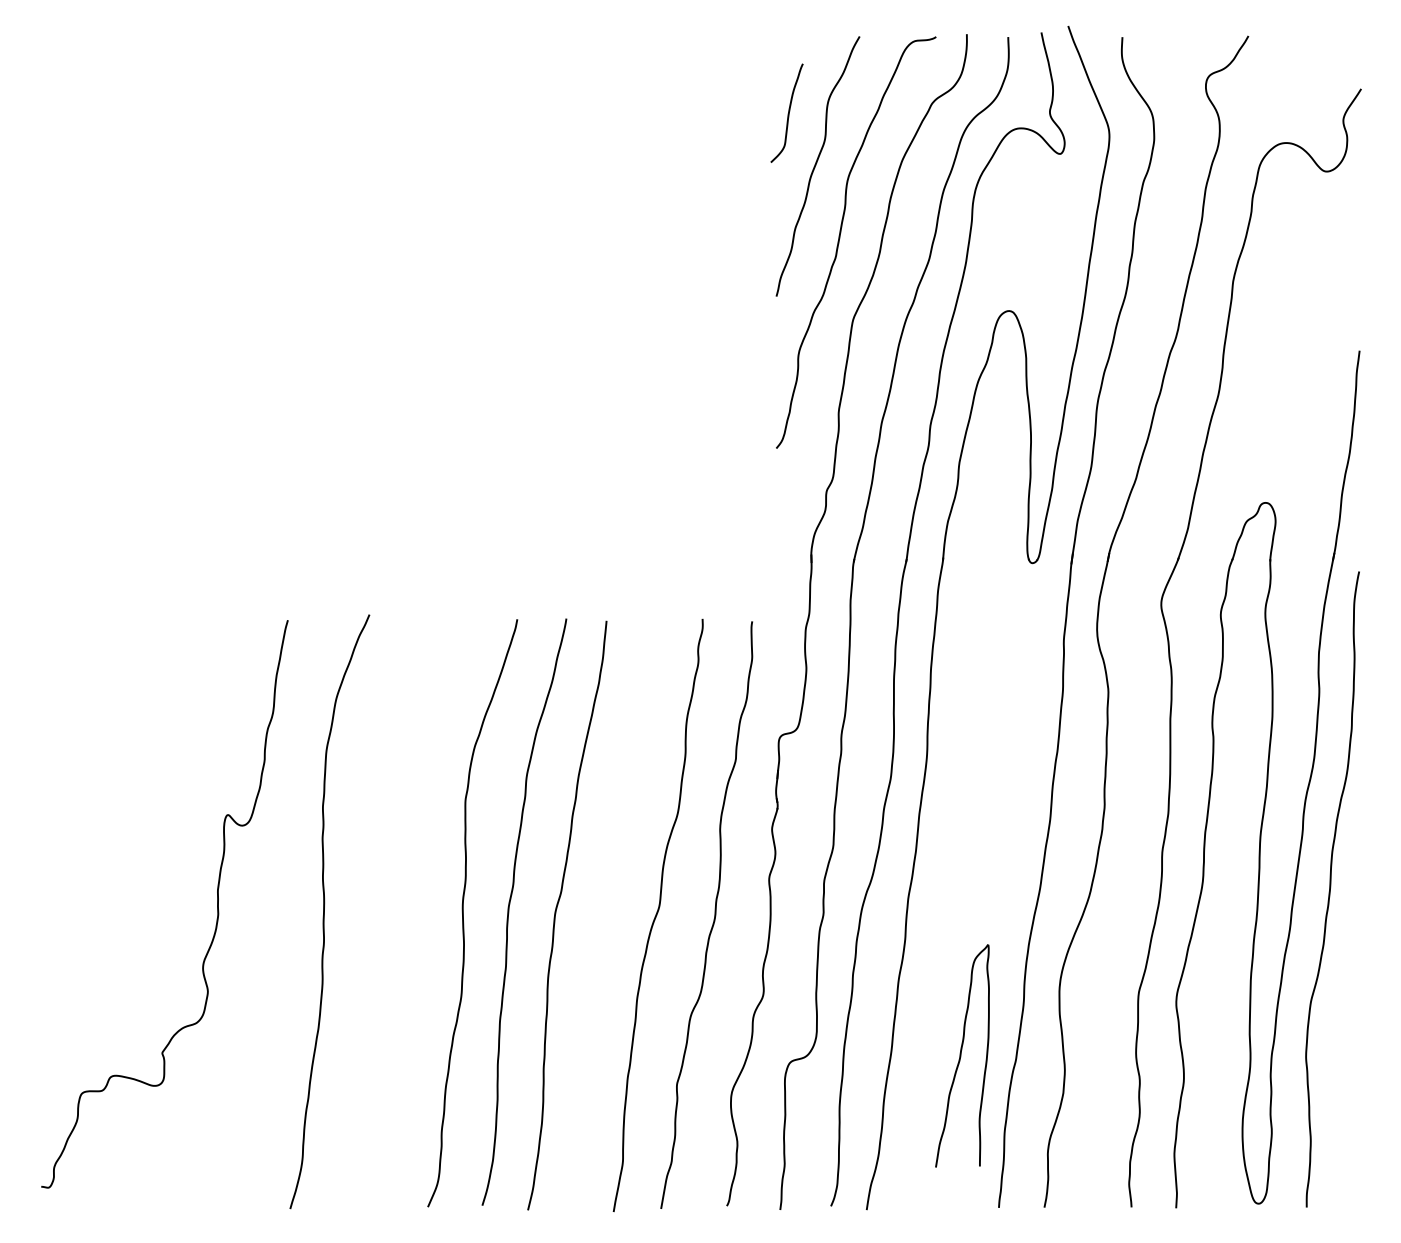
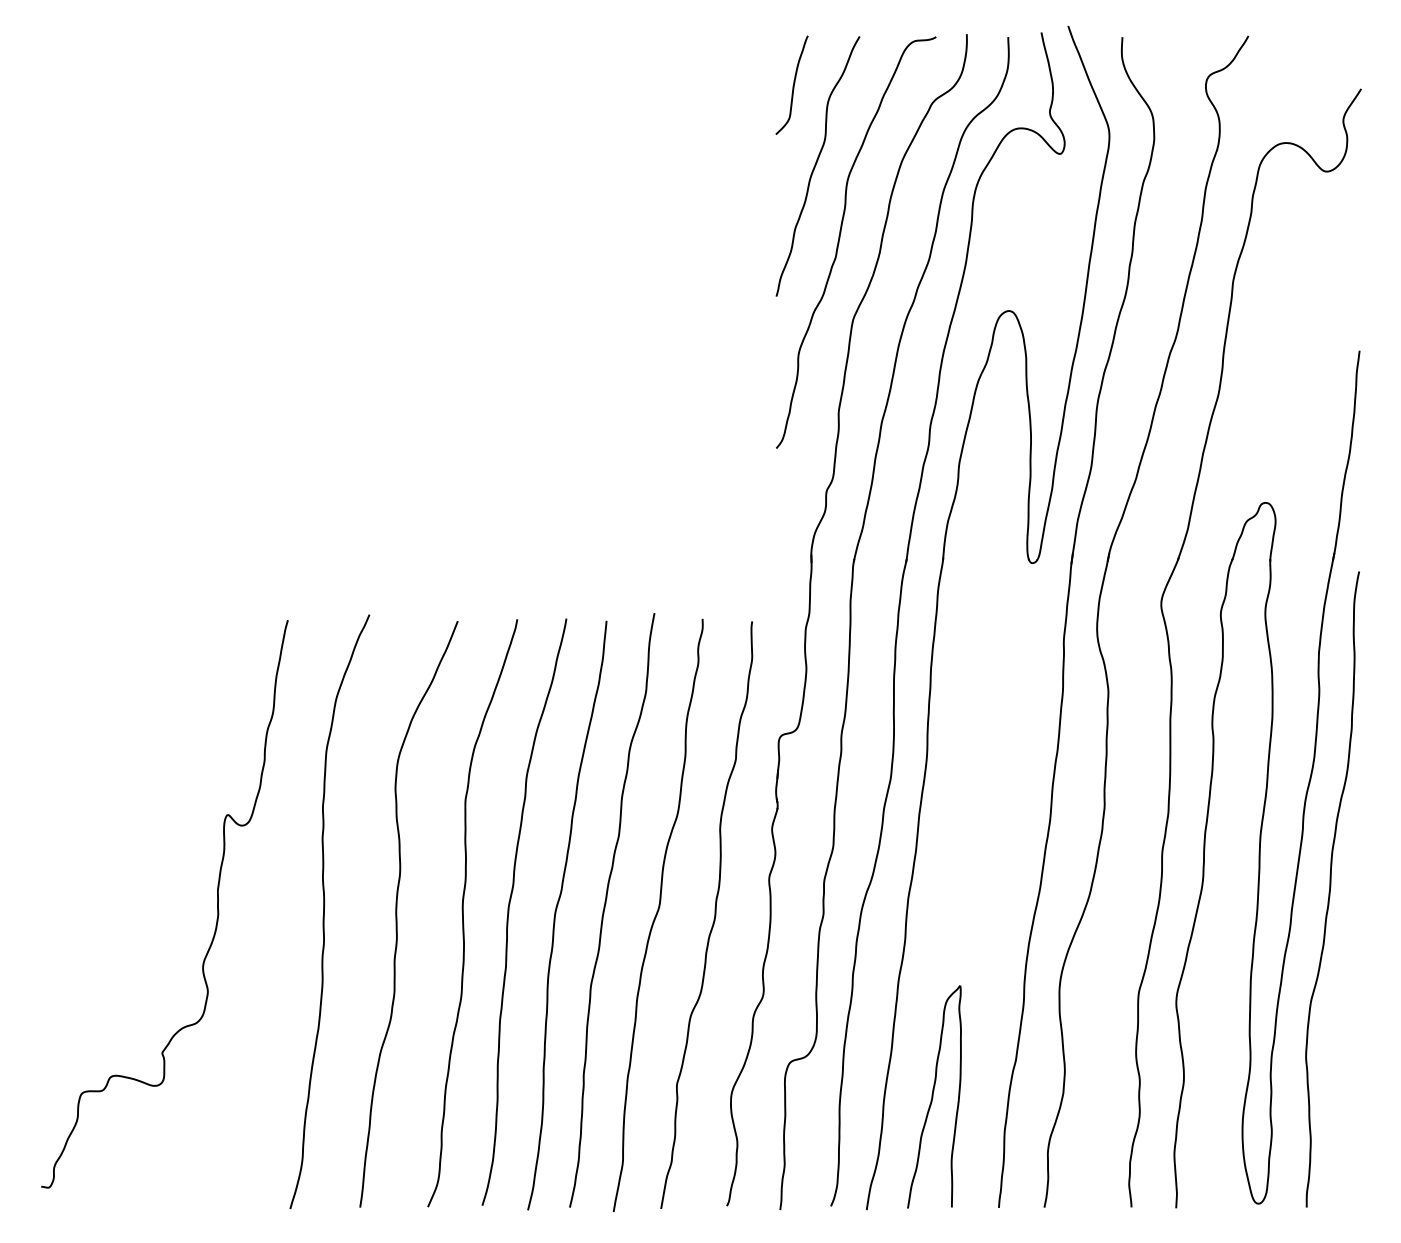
curve at (787, 113) position: (787, 113) -> (792, 85)
curve at (605, 908): none -> present
curve at (397, 914): none -> present
curve at (961, 1055) position: (961, 1055) -> (933, 1096)
